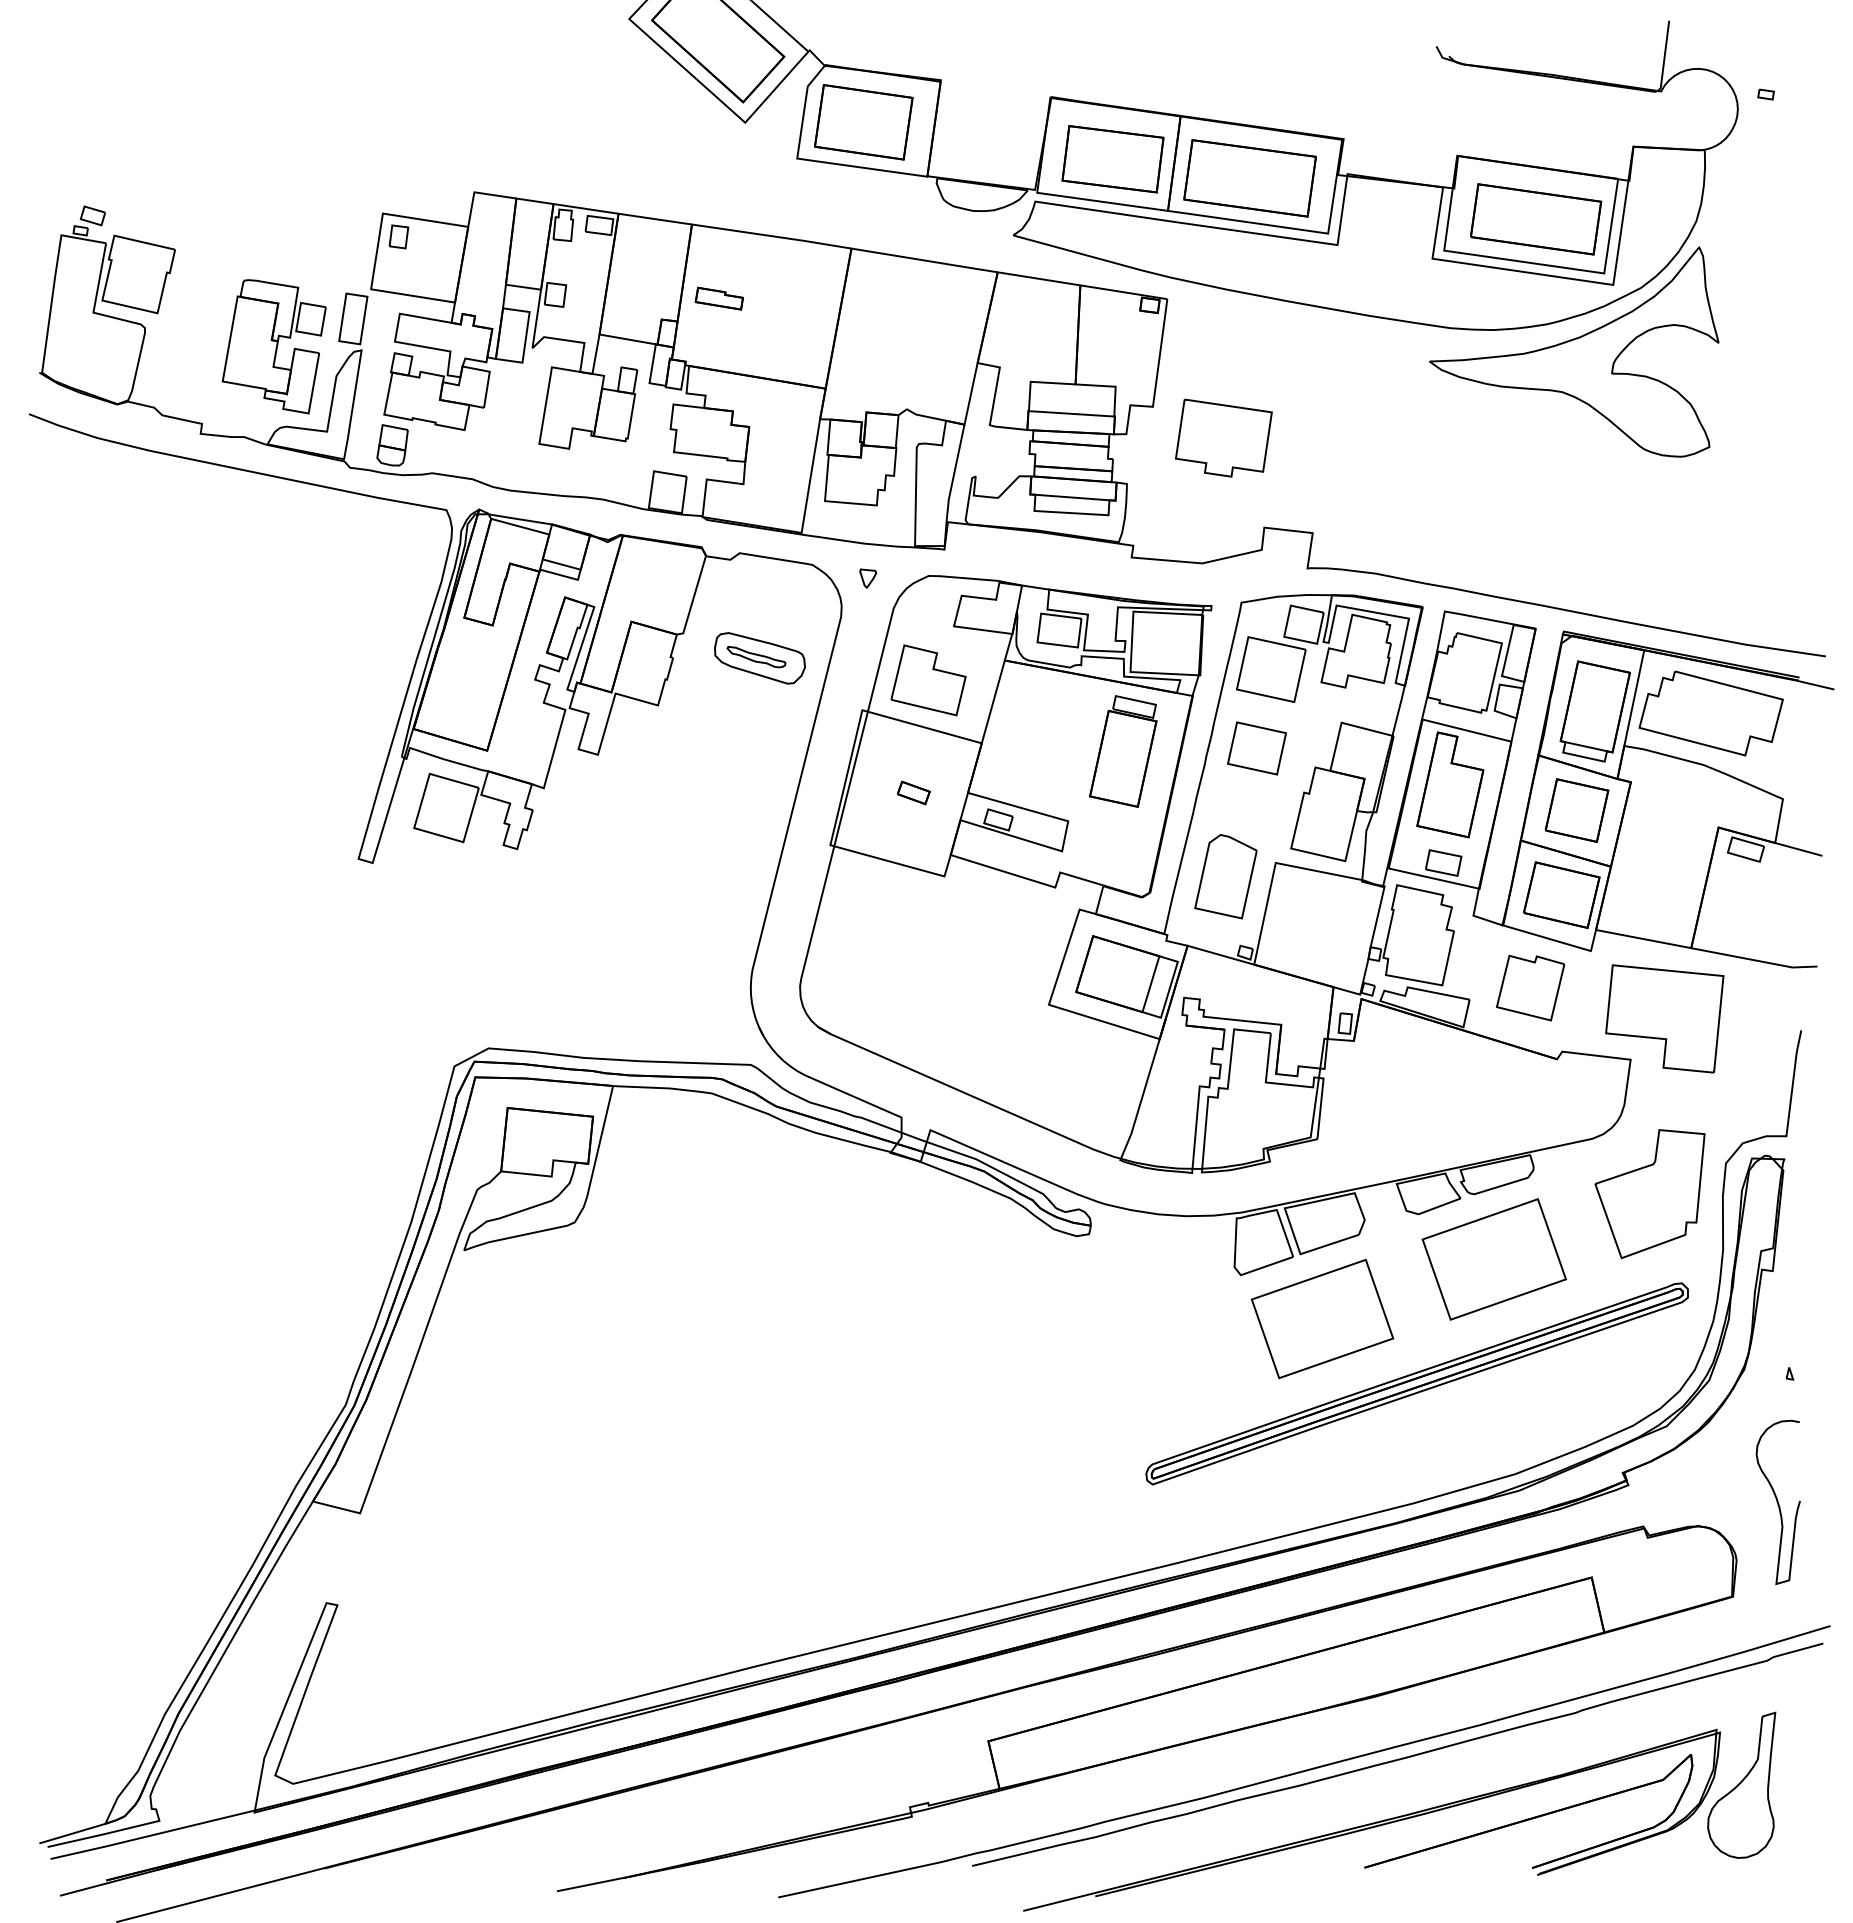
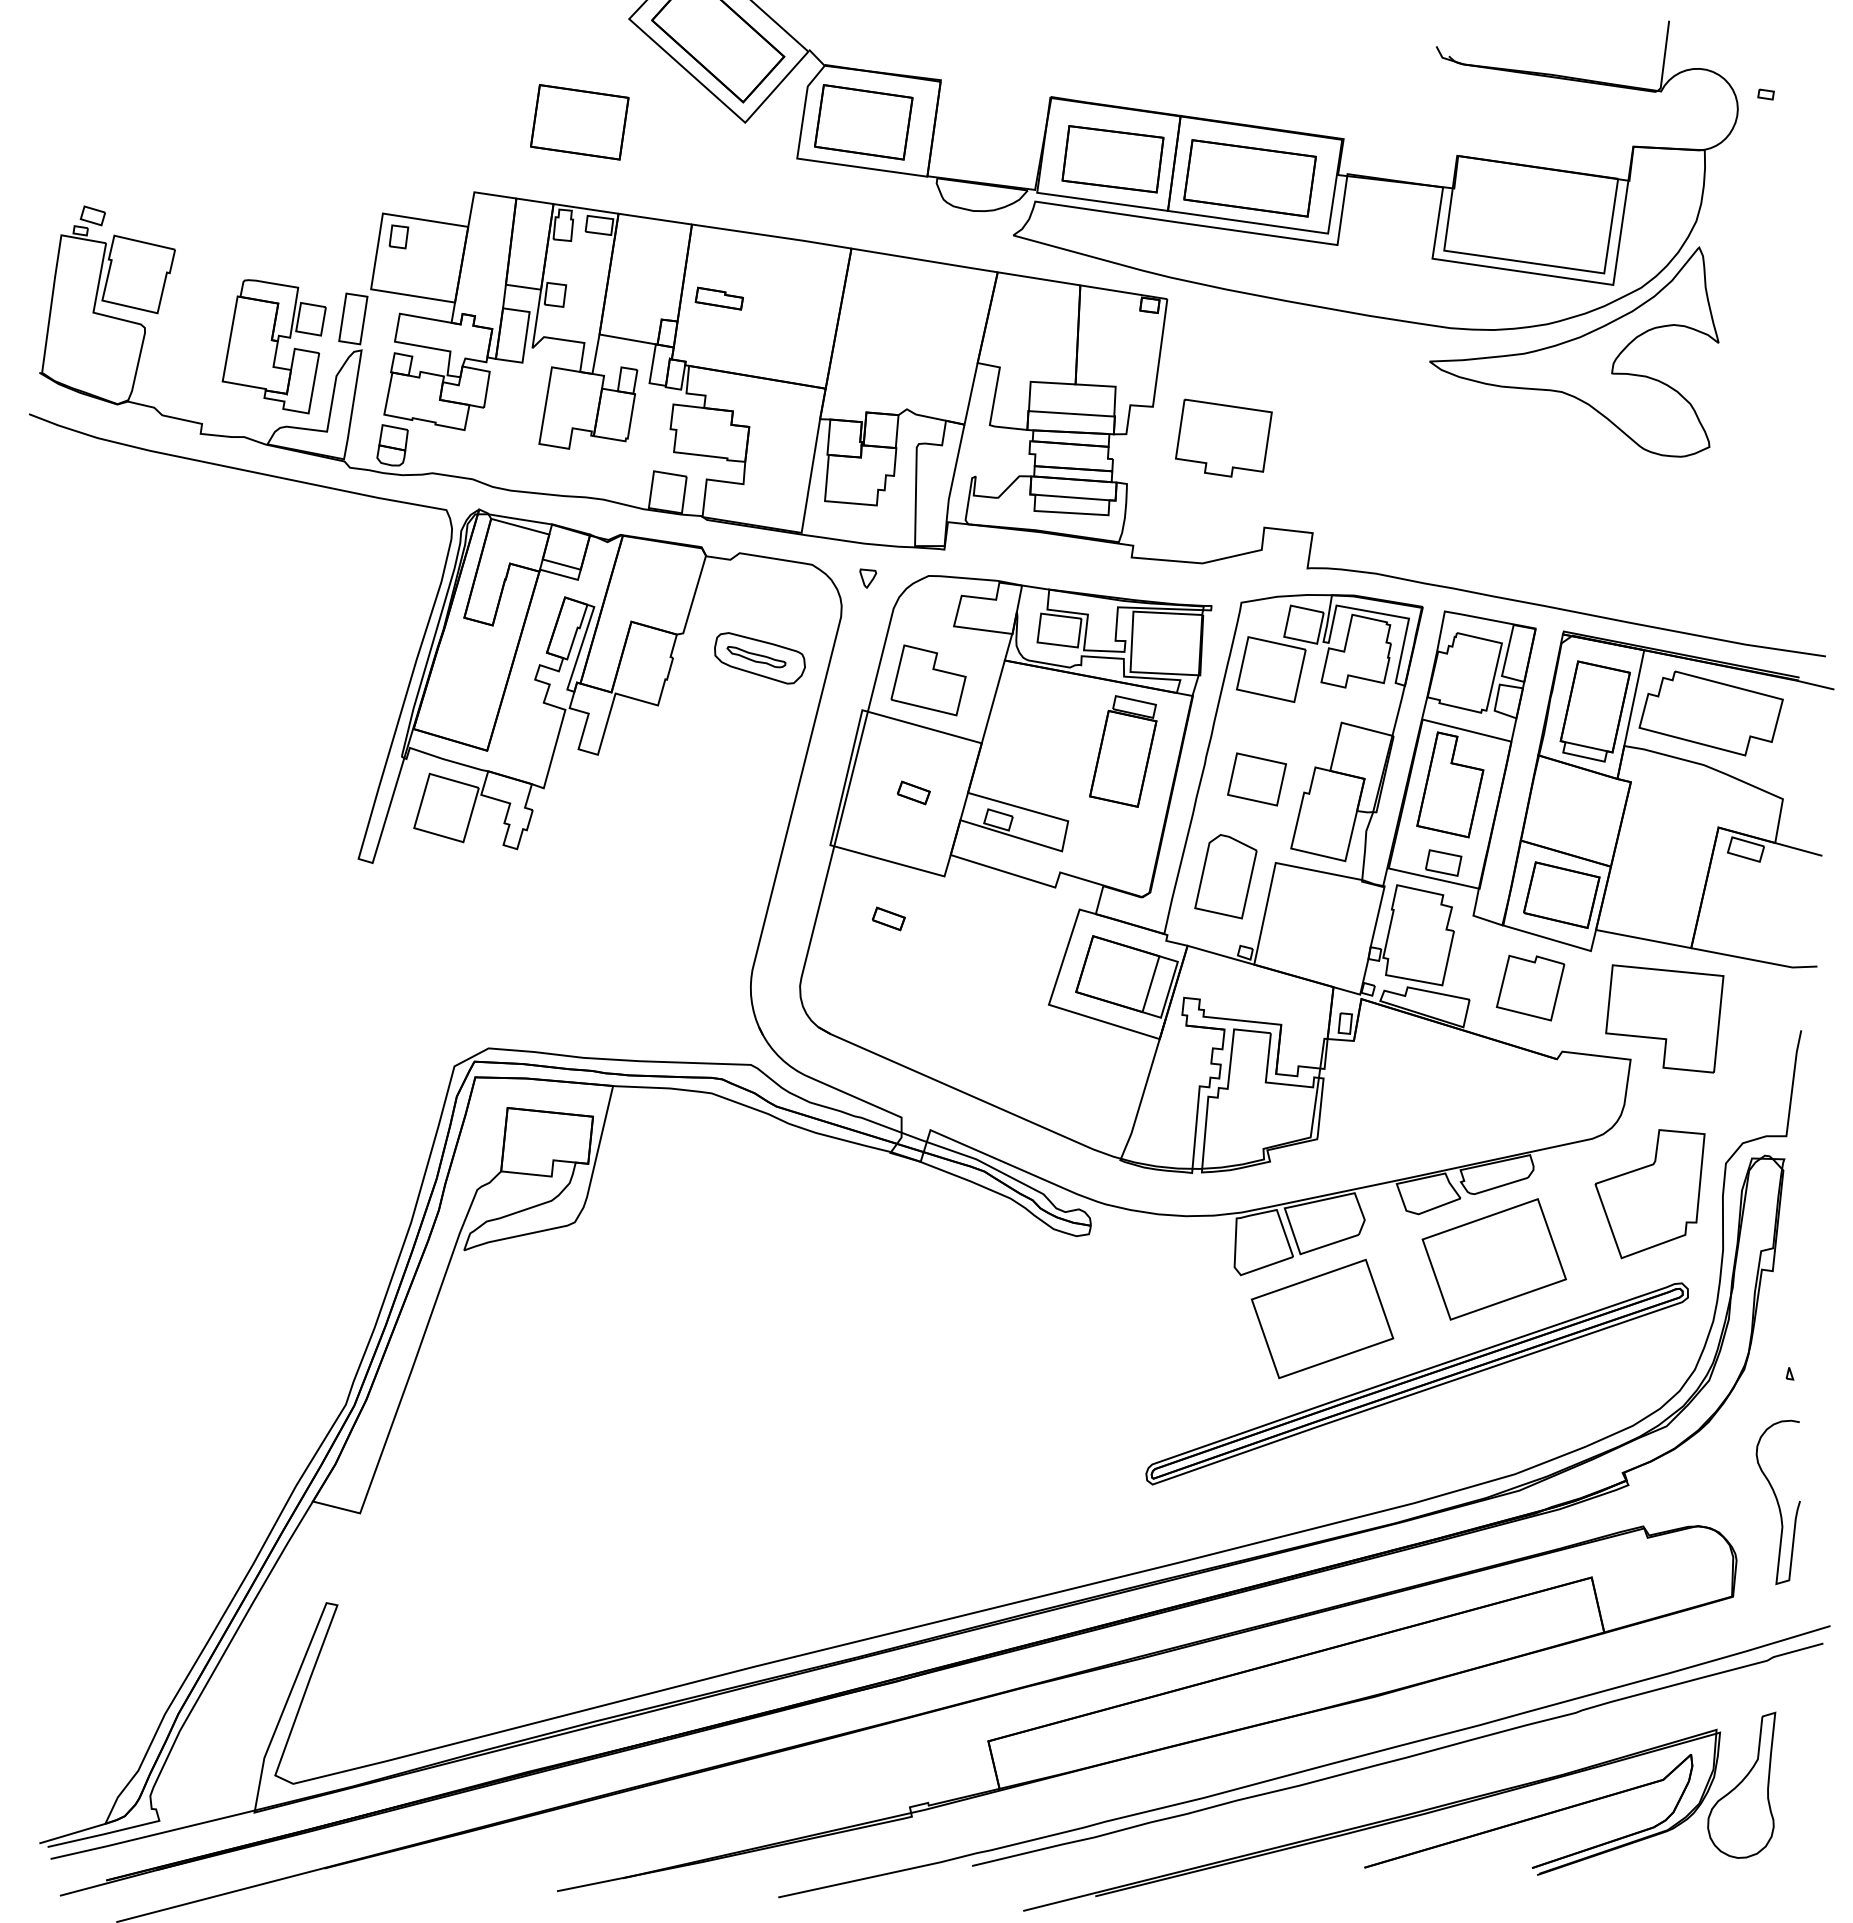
part at (579, 122): none -> present
part at (1536, 219): present -> none
part at (1256, 748) position: (1256, 748) -> (1256, 779)
part at (1576, 810): present -> none
part at (888, 918): none -> present
